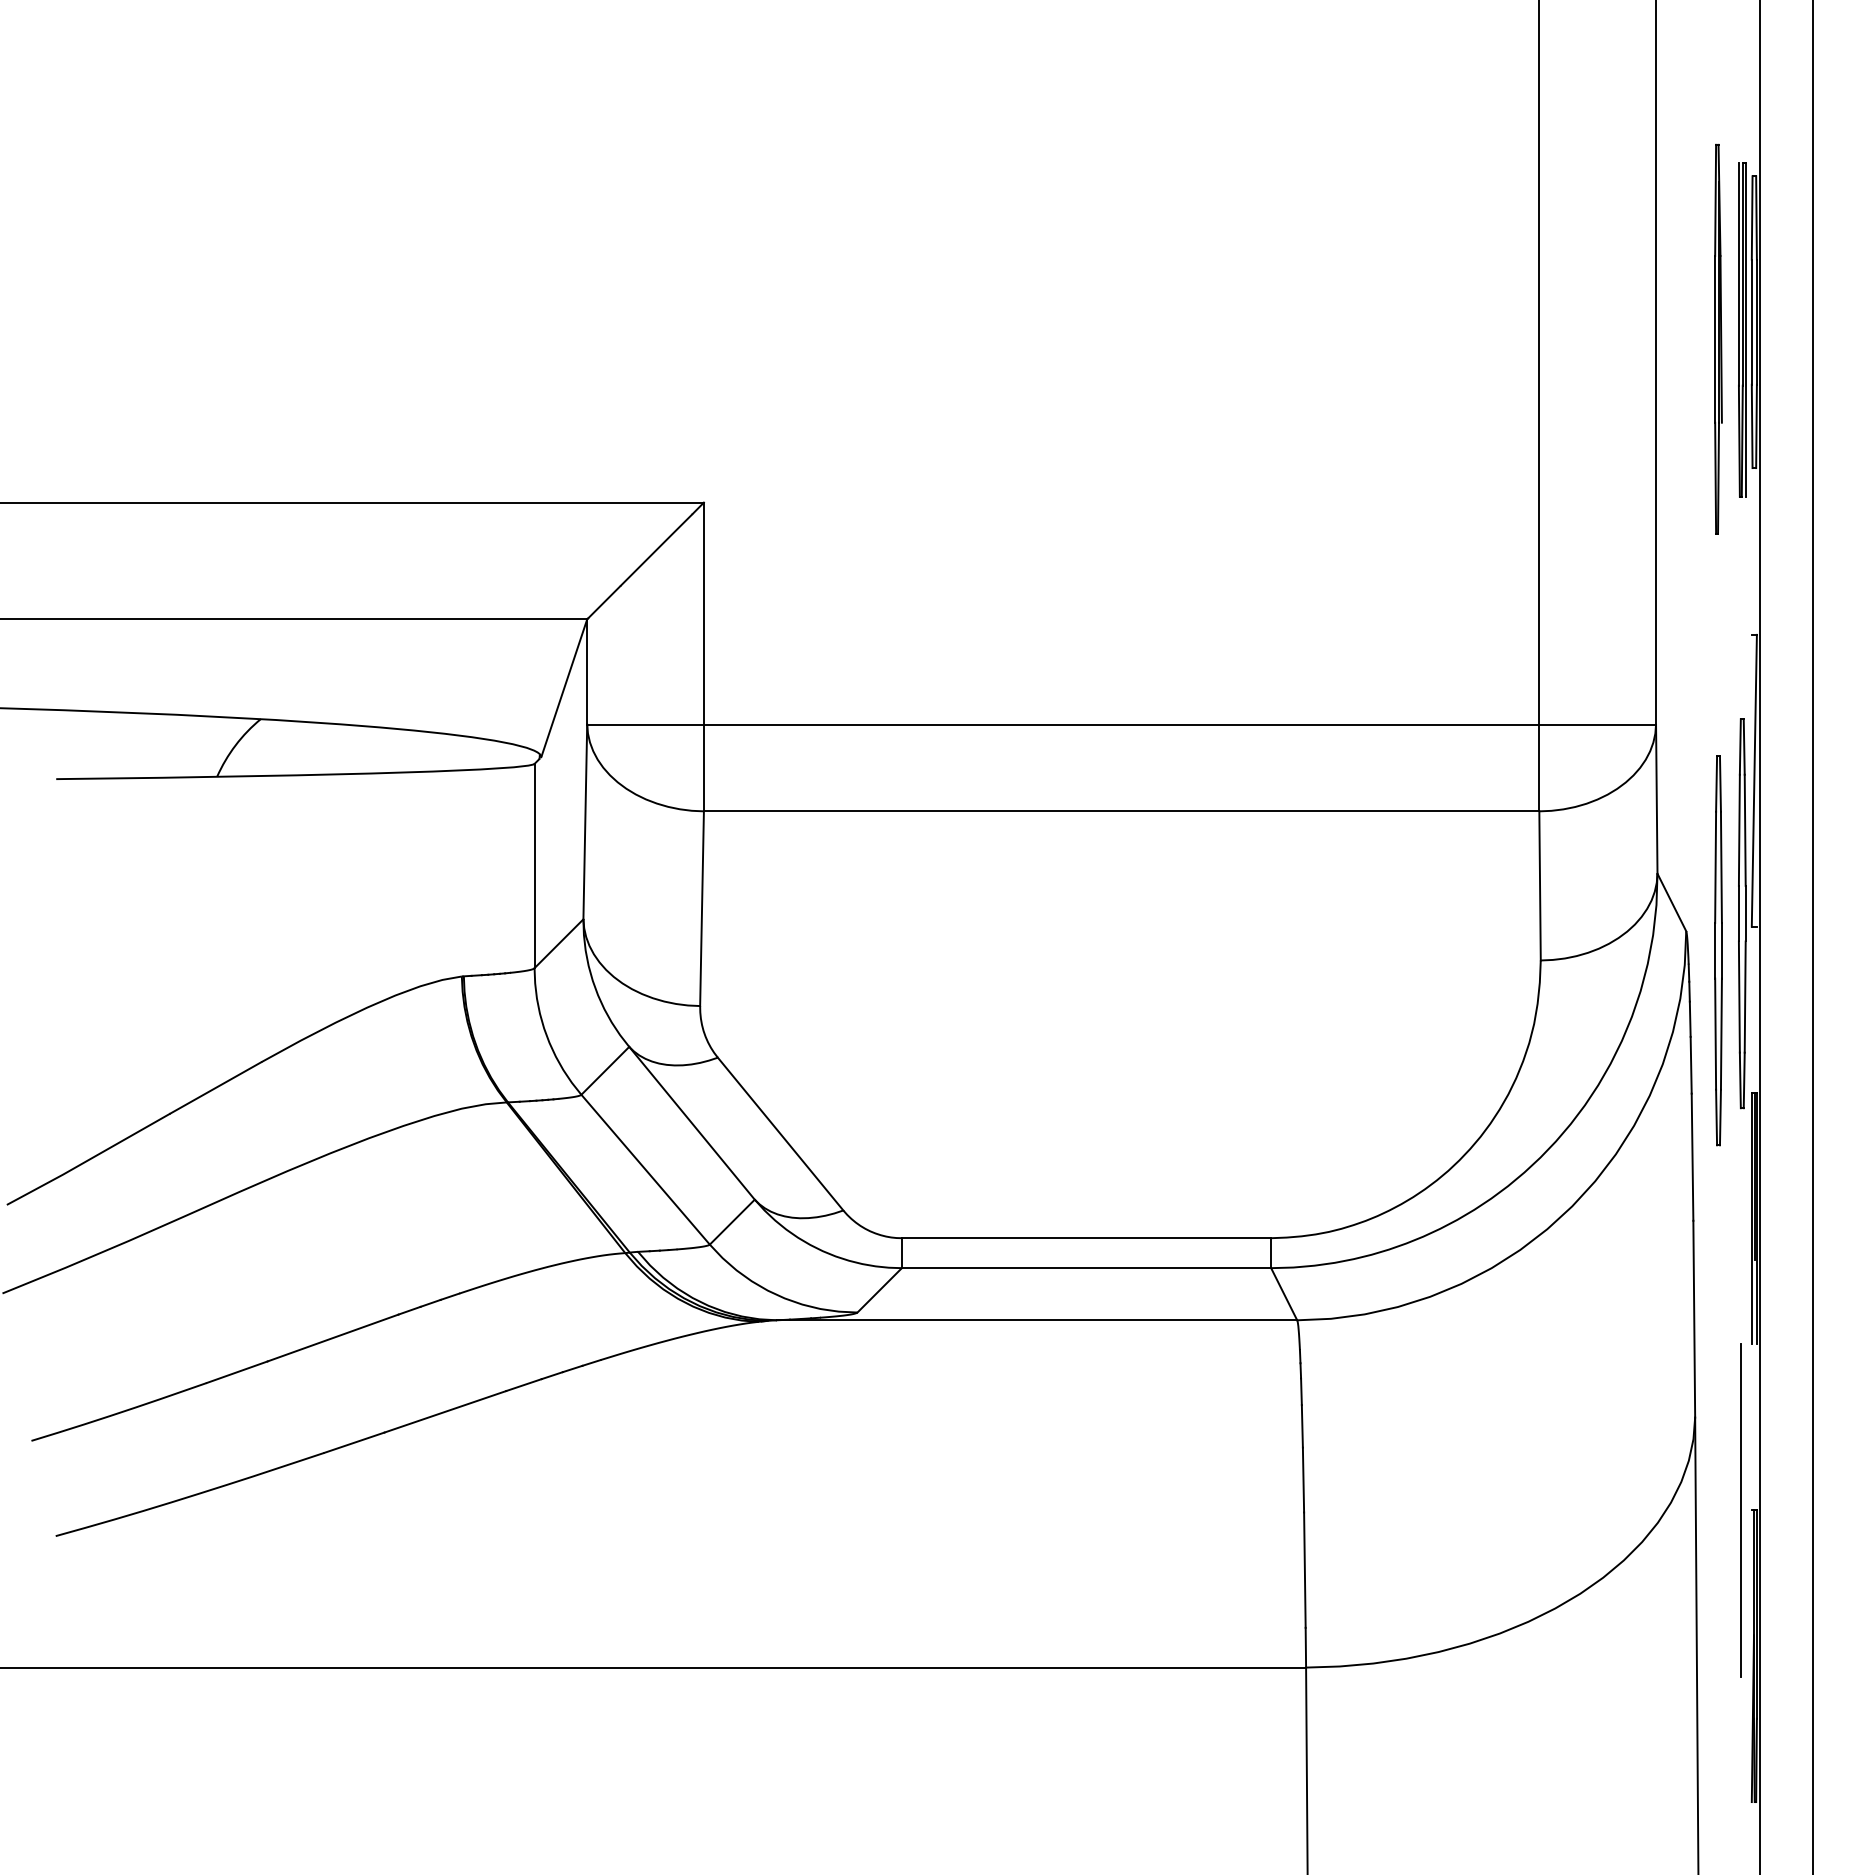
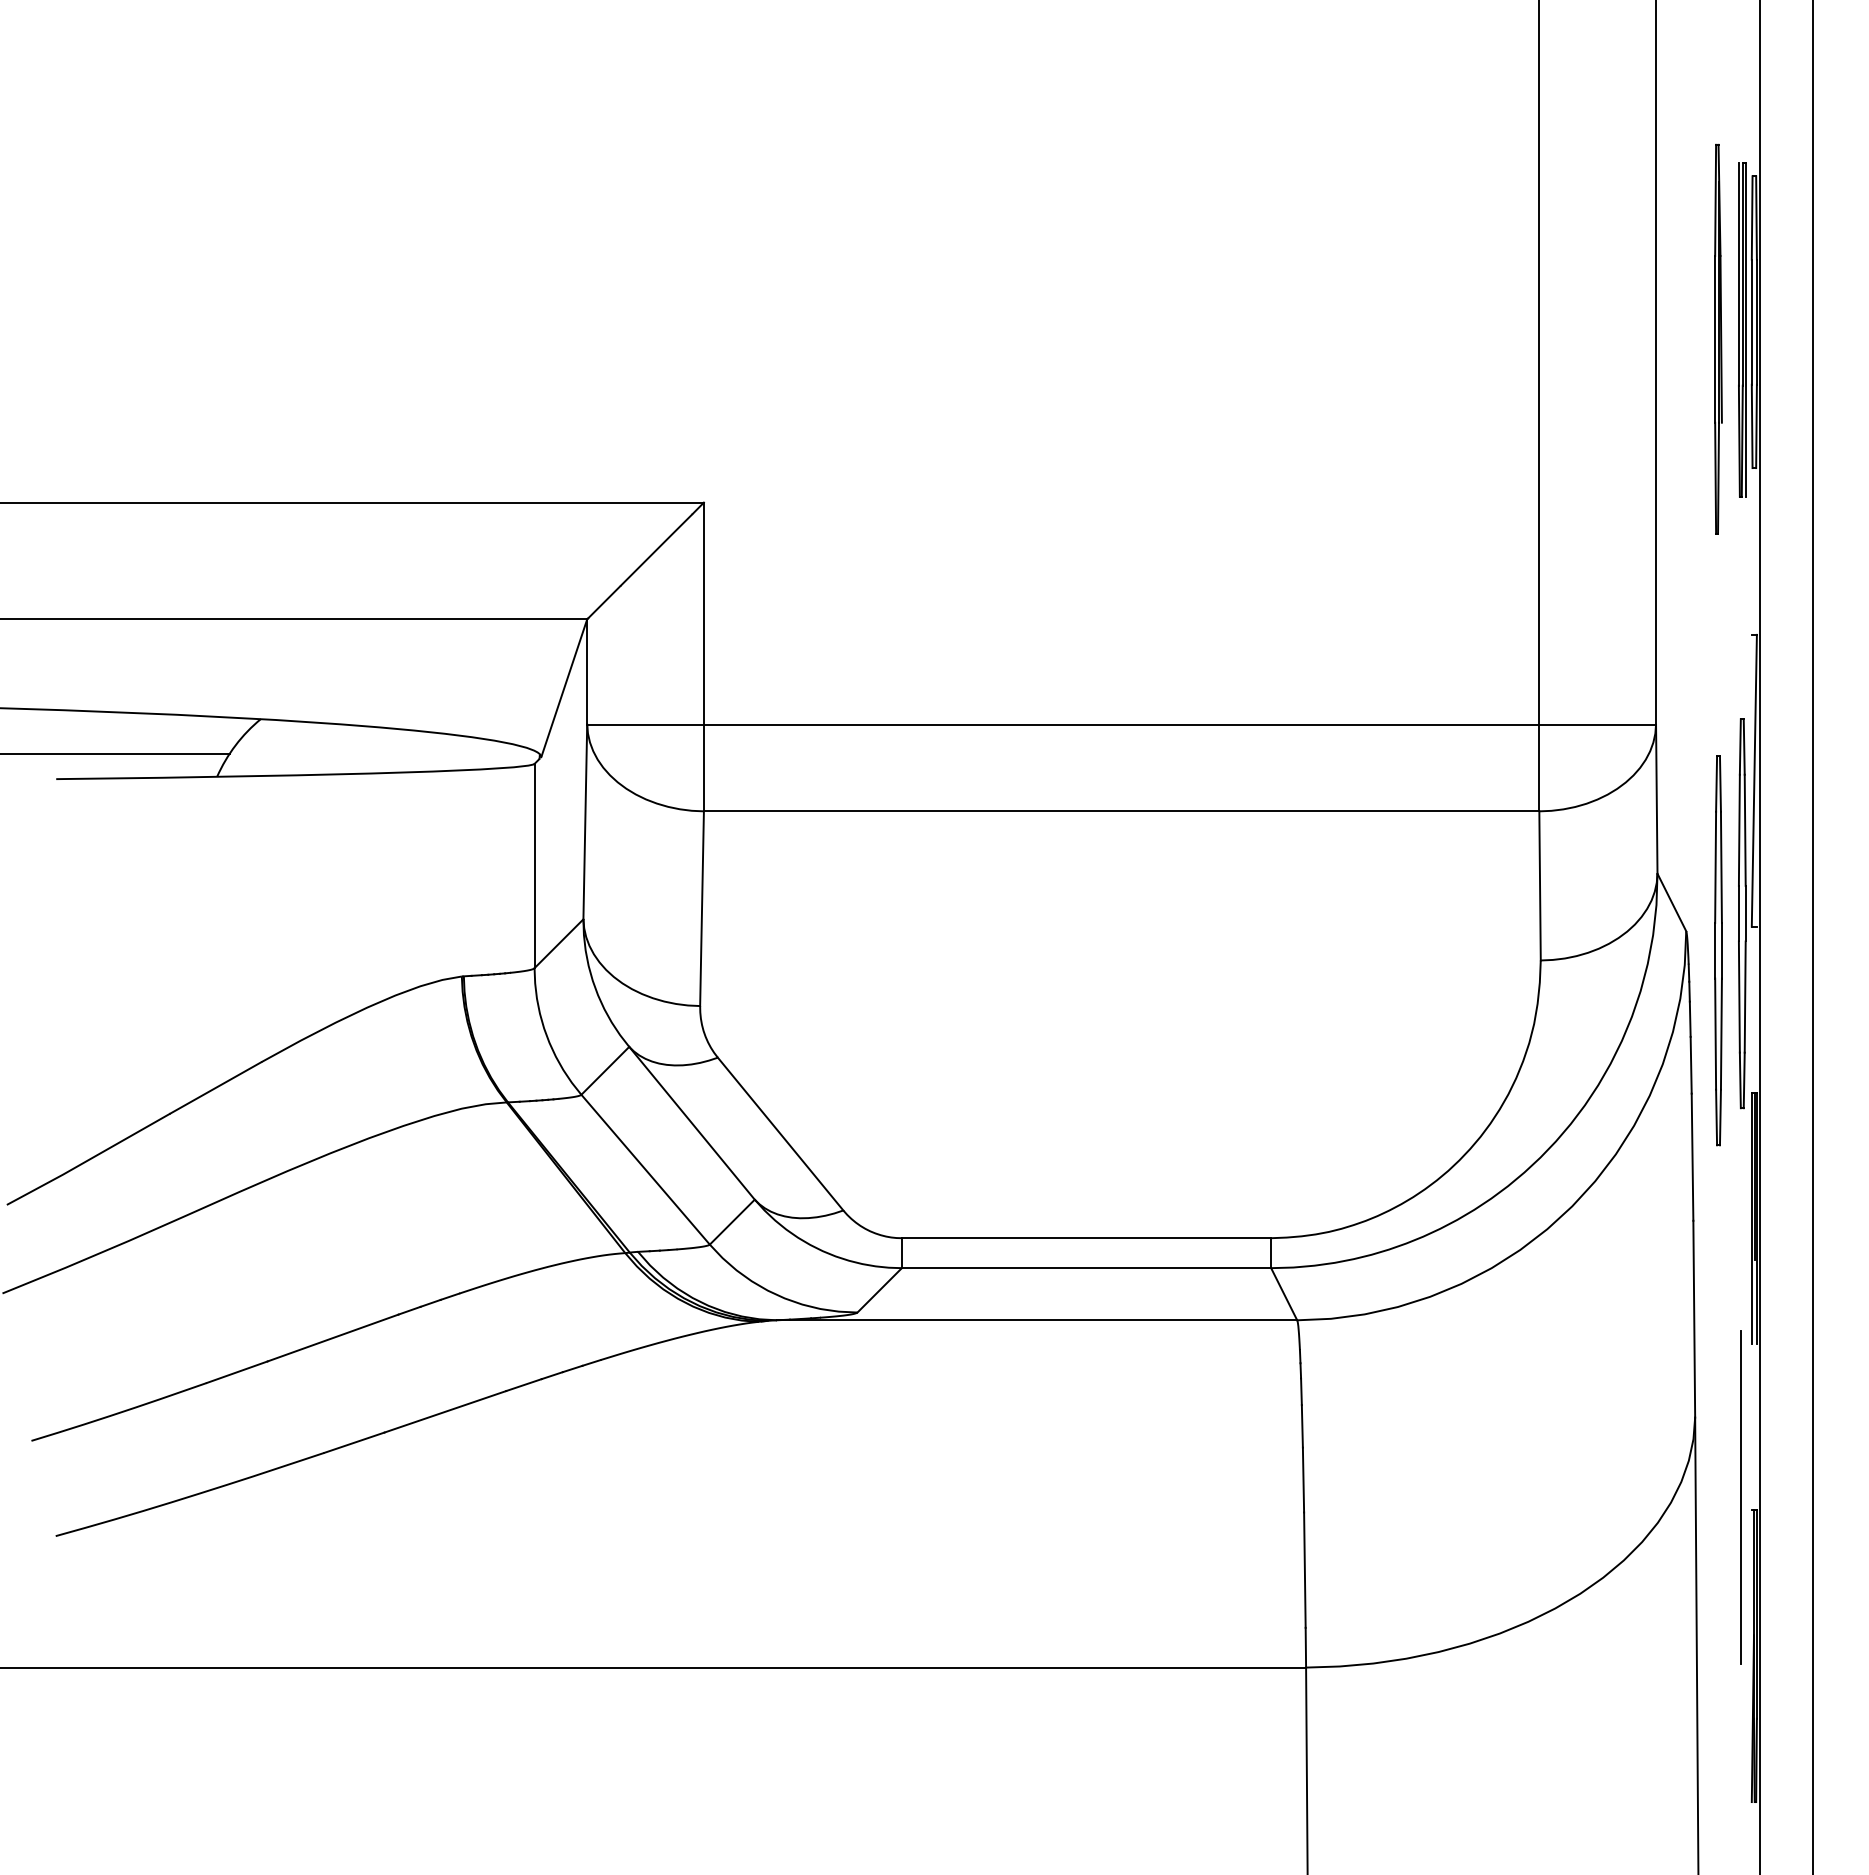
line at (115, 754): none -> present
line at (1740, 1510) position: (1740, 1510) -> (1740, 1497)
